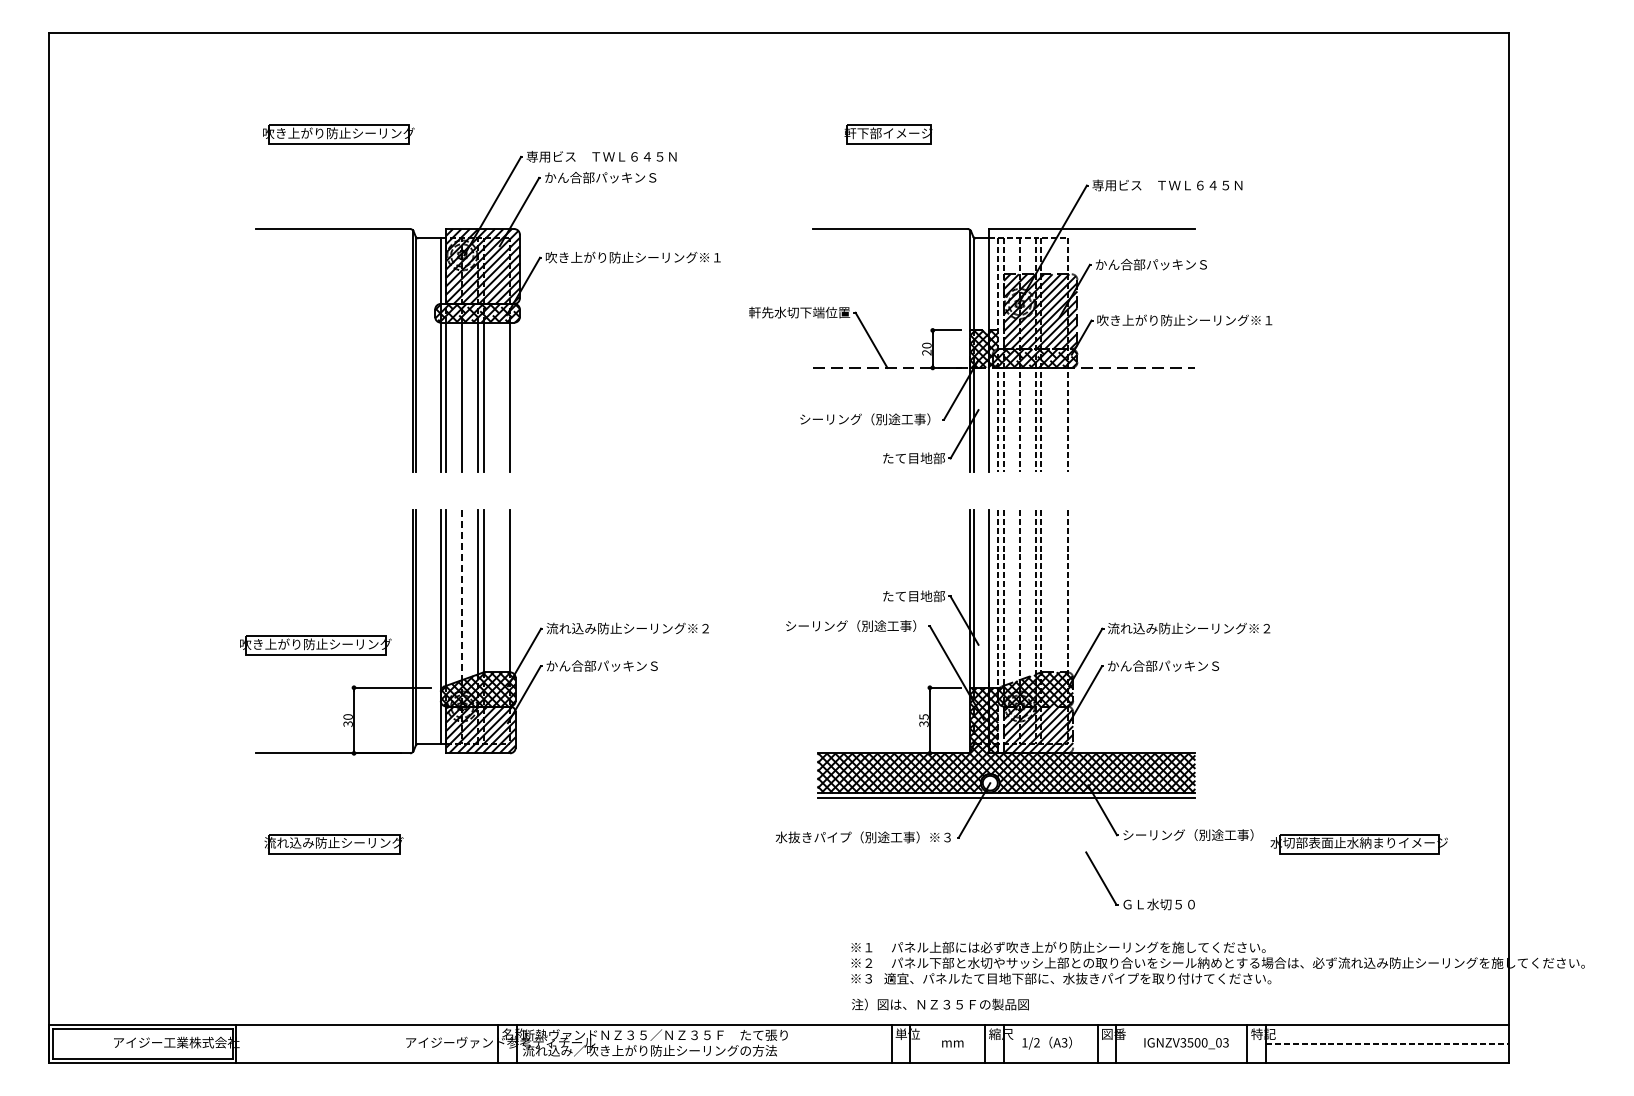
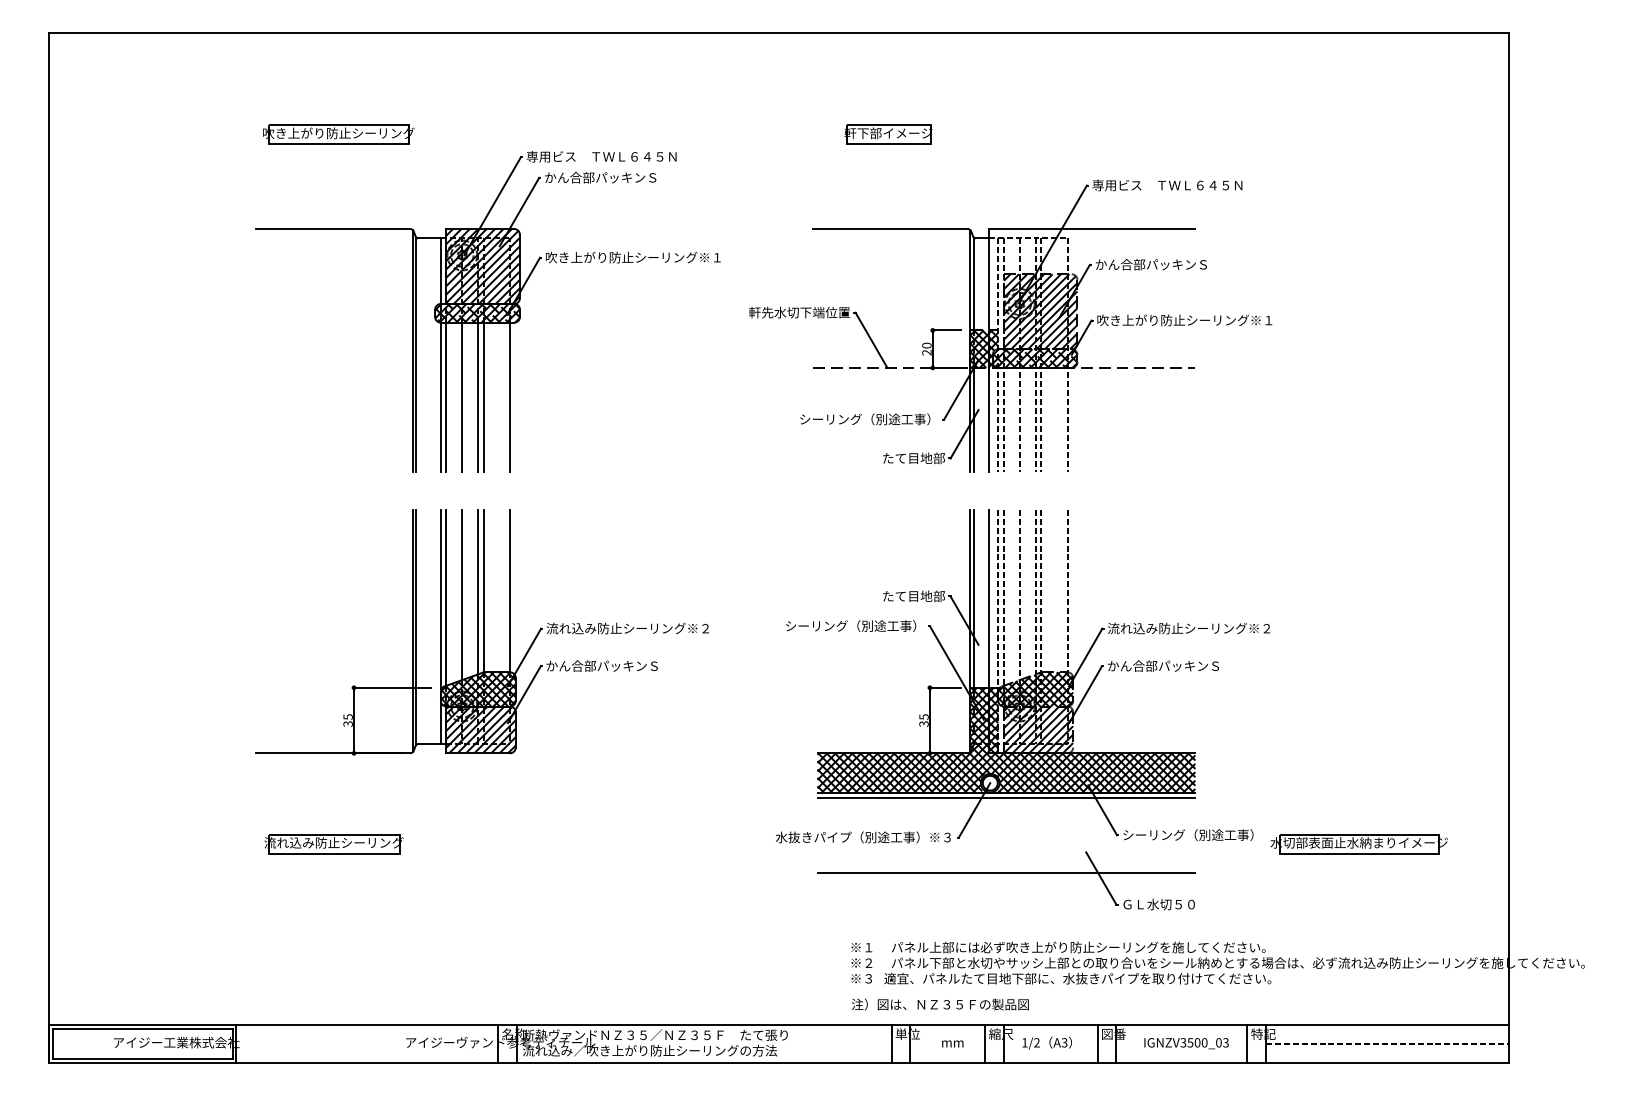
line at (462, 595): dashed -> solid
part at (315, 645): present -> none
text at (347, 716): 30 -> 35
line at (1006, 872): none -> present
